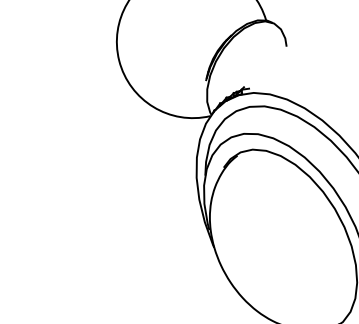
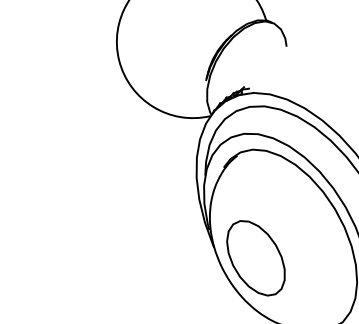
part at (255, 258): none -> present
